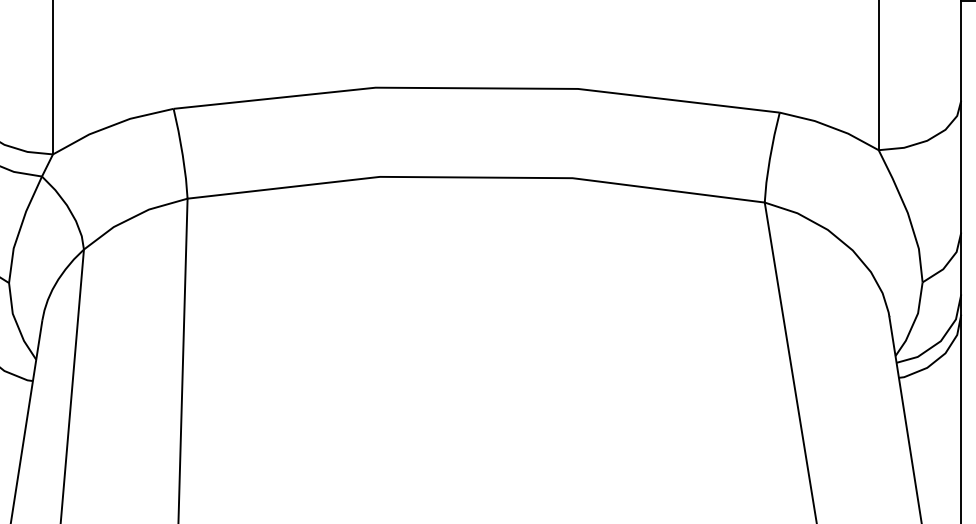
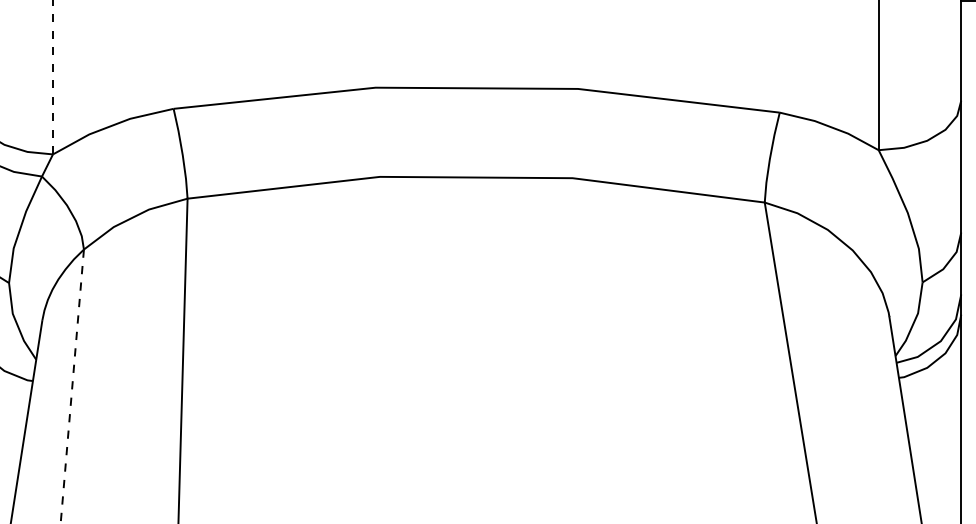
line at (53, 77): solid -> dashed
line at (72, 386): solid -> dashed
